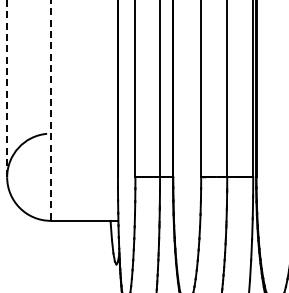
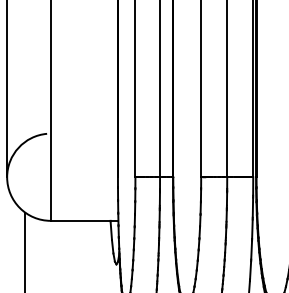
line at (7, 88): dashed -> solid
line at (50, 111): dashed -> solid
line at (25, 250): none -> present
